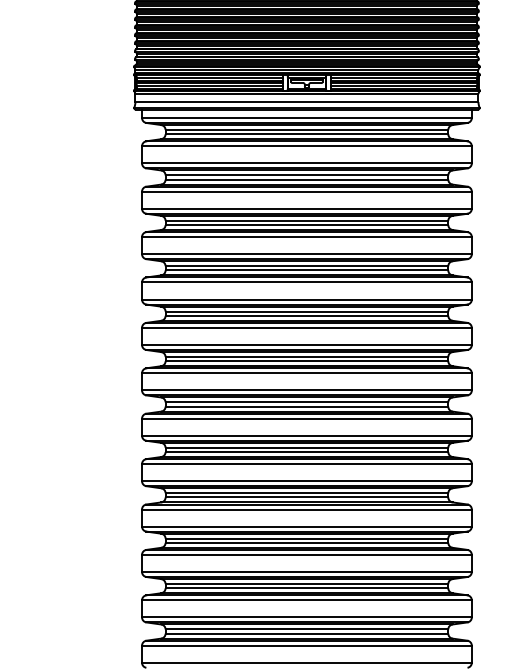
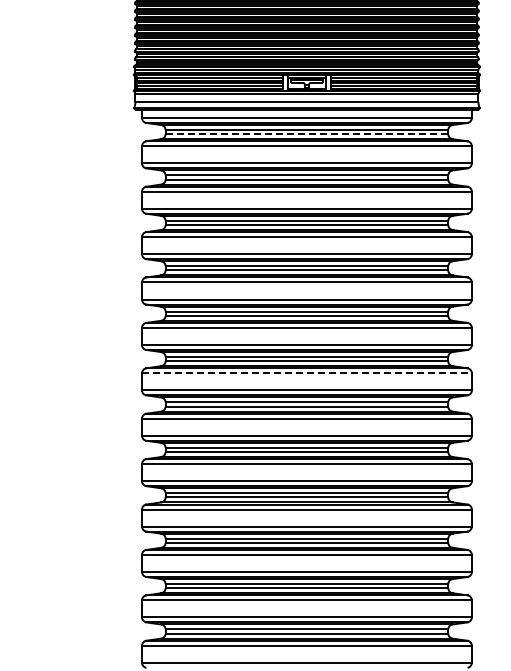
line at (307, 134): solid -> dashed
line at (306, 373): solid -> dashed
